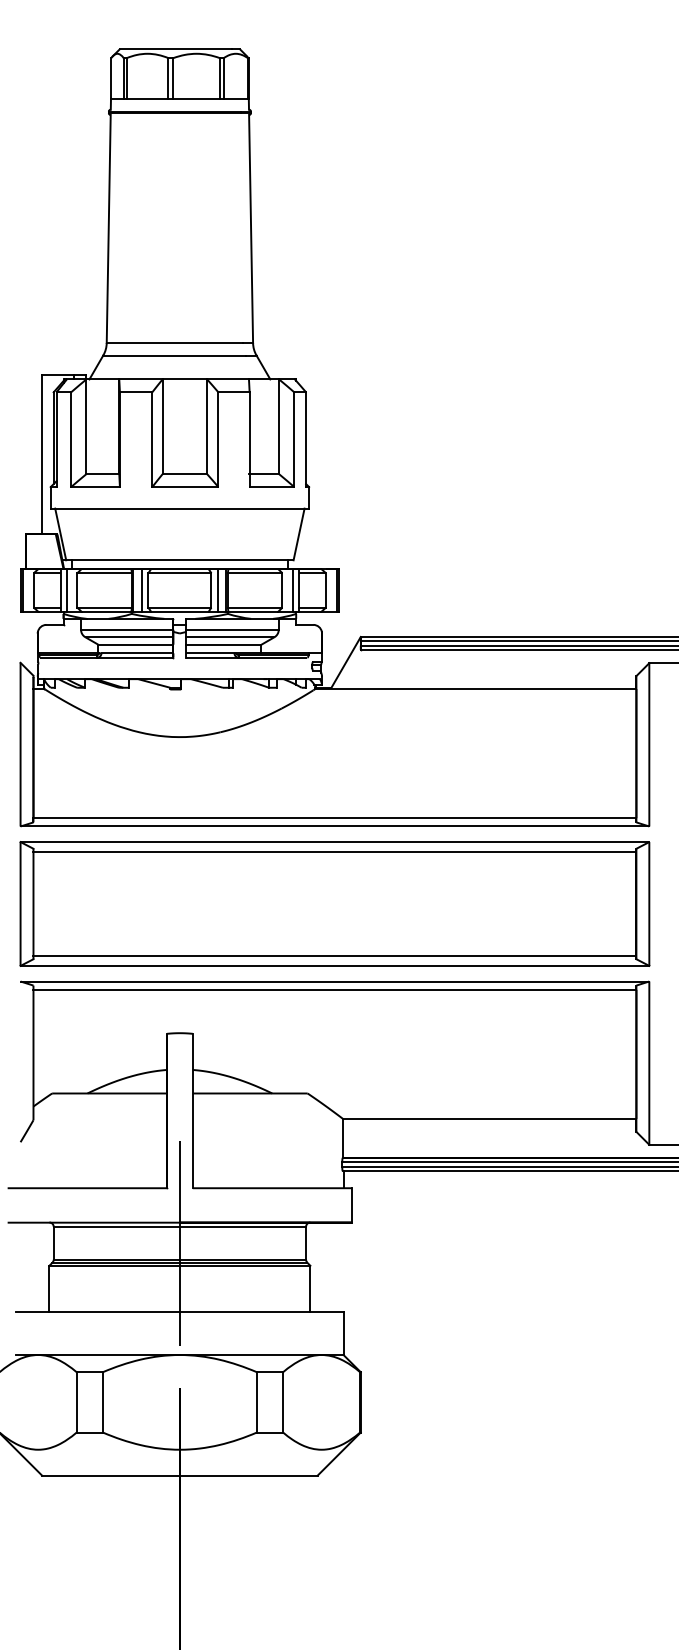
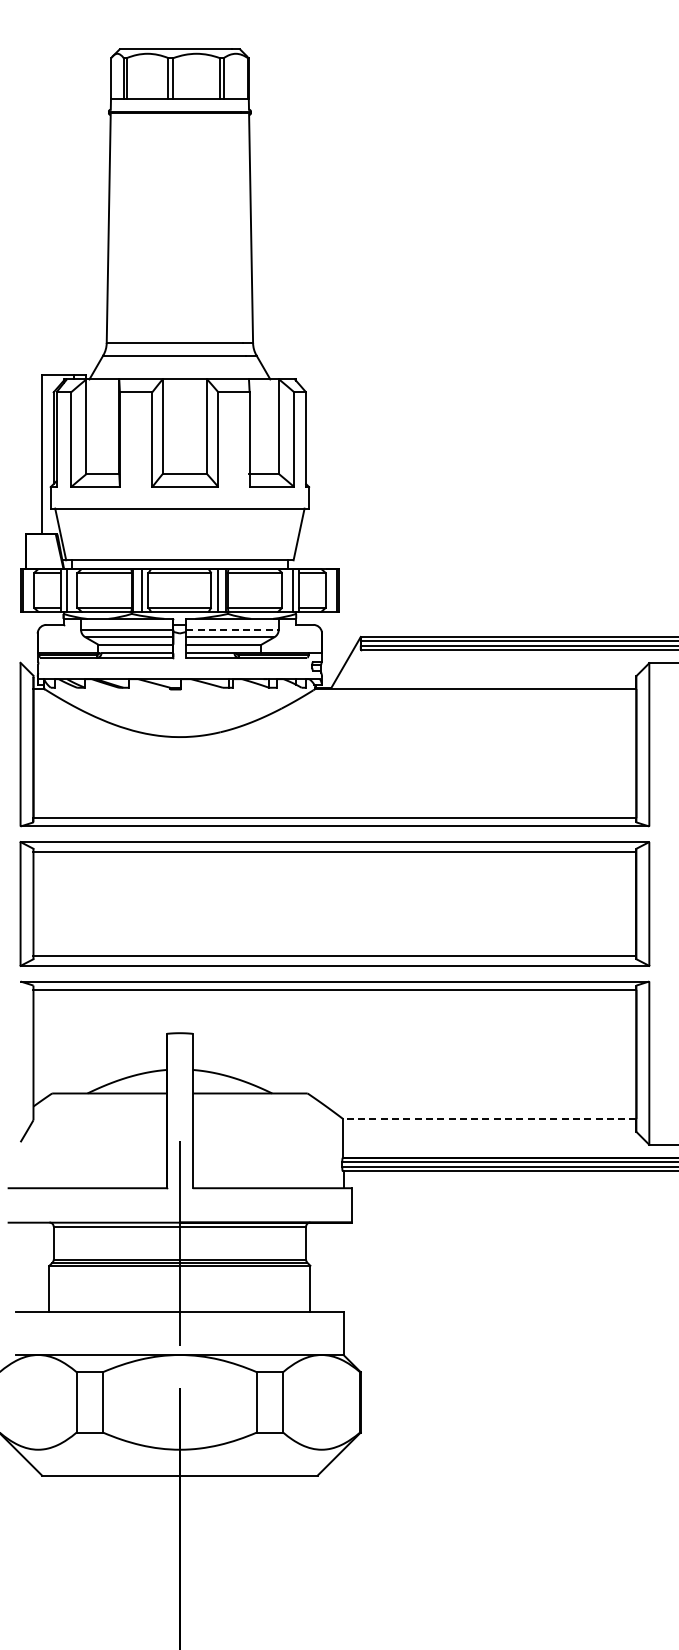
line at (233, 629): solid -> dashed
line at (489, 1118): solid -> dashed
